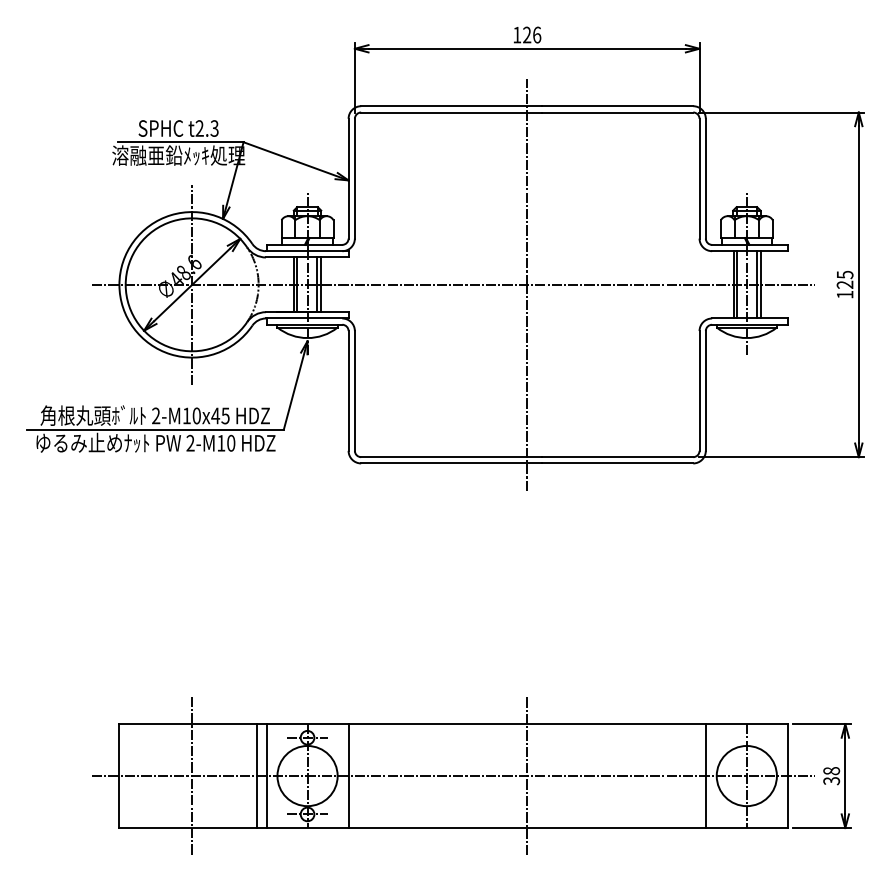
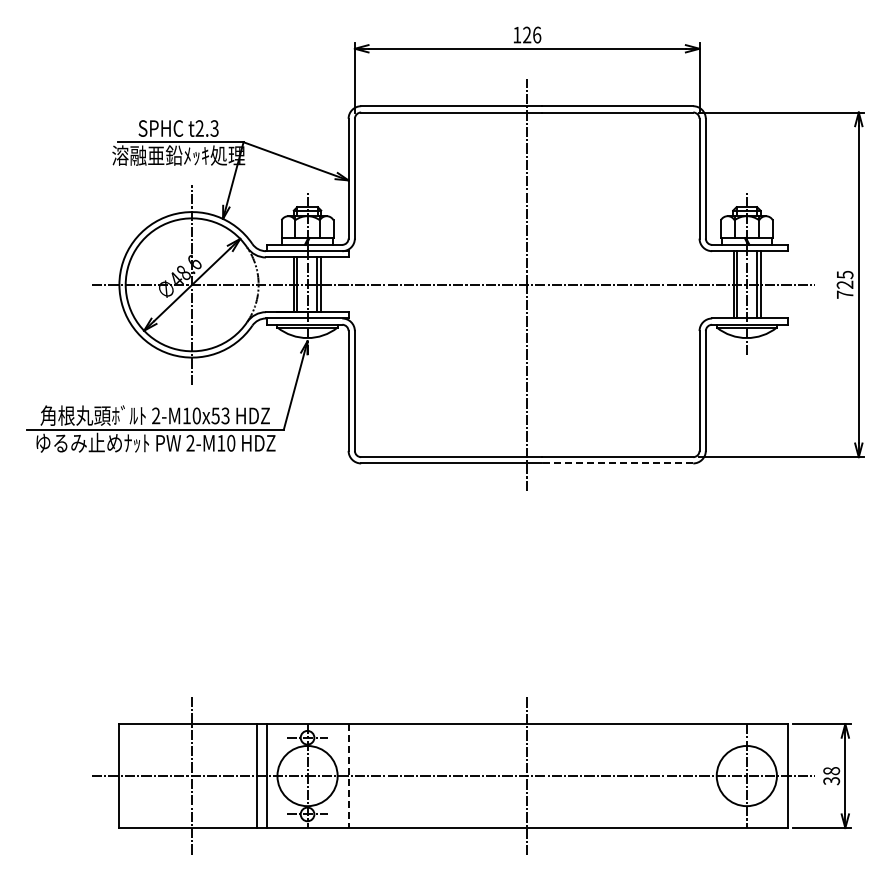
text at (845, 294): 125 -> 725
text at (220, 415): 2-M10x45 -> 2-M10x53
line at (617, 463): solid -> dashed
line at (348, 776): solid -> dashed
line at (705, 776): present -> none
